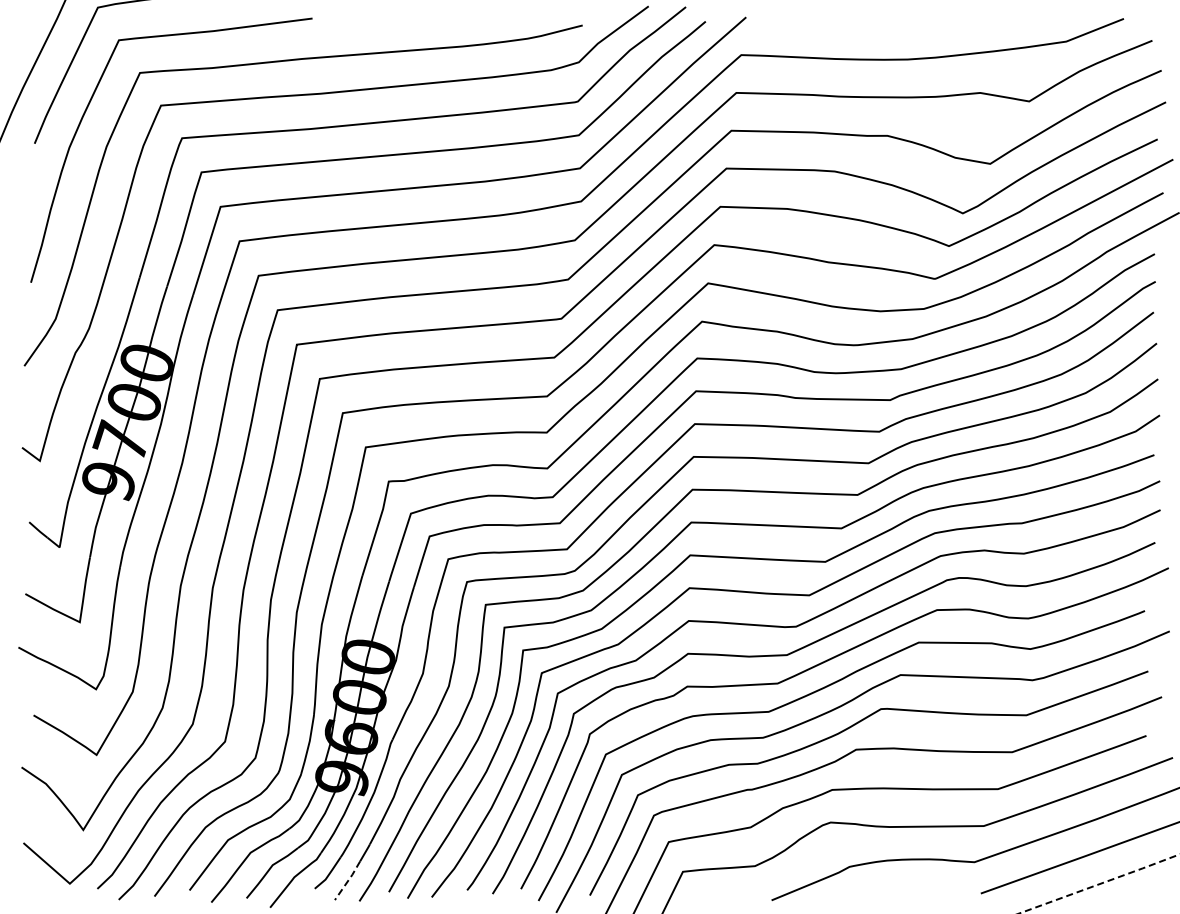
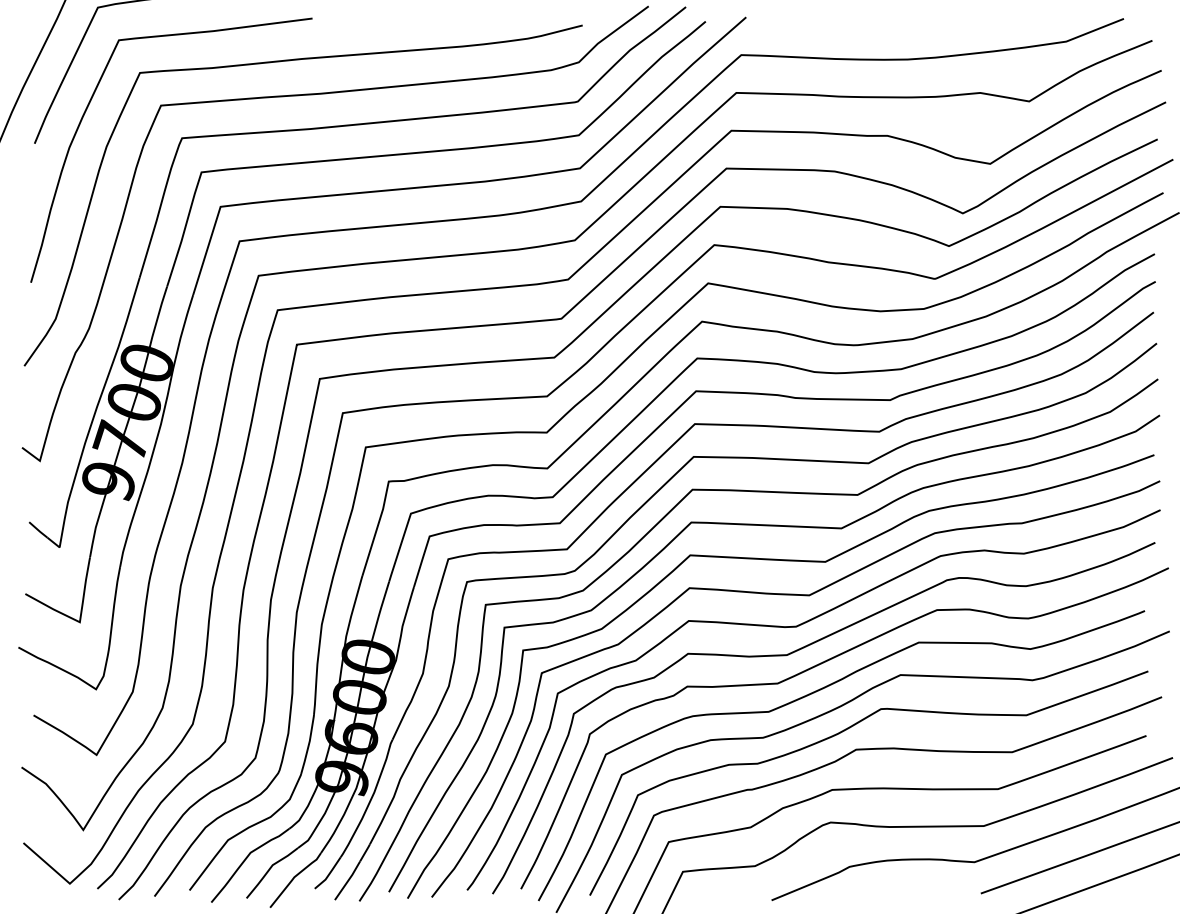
line at (348, 880): dashed -> solid
line at (1098, 884): dashed -> solid
